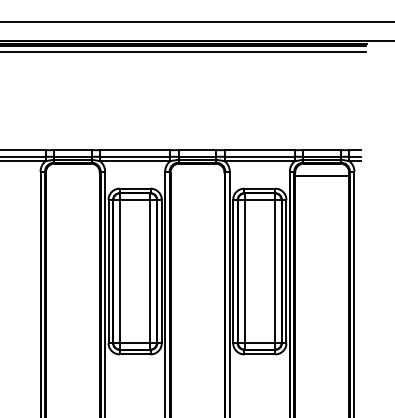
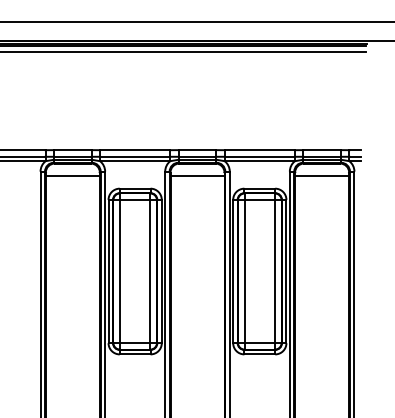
line at (72, 176): none -> present
line at (197, 176): none -> present
